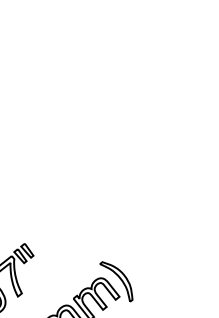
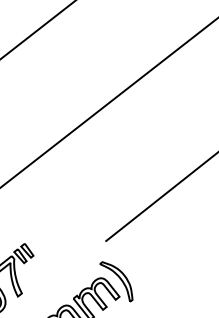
line at (37, 29): none -> present
line at (108, 102): none -> present
line at (160, 197): none -> present
